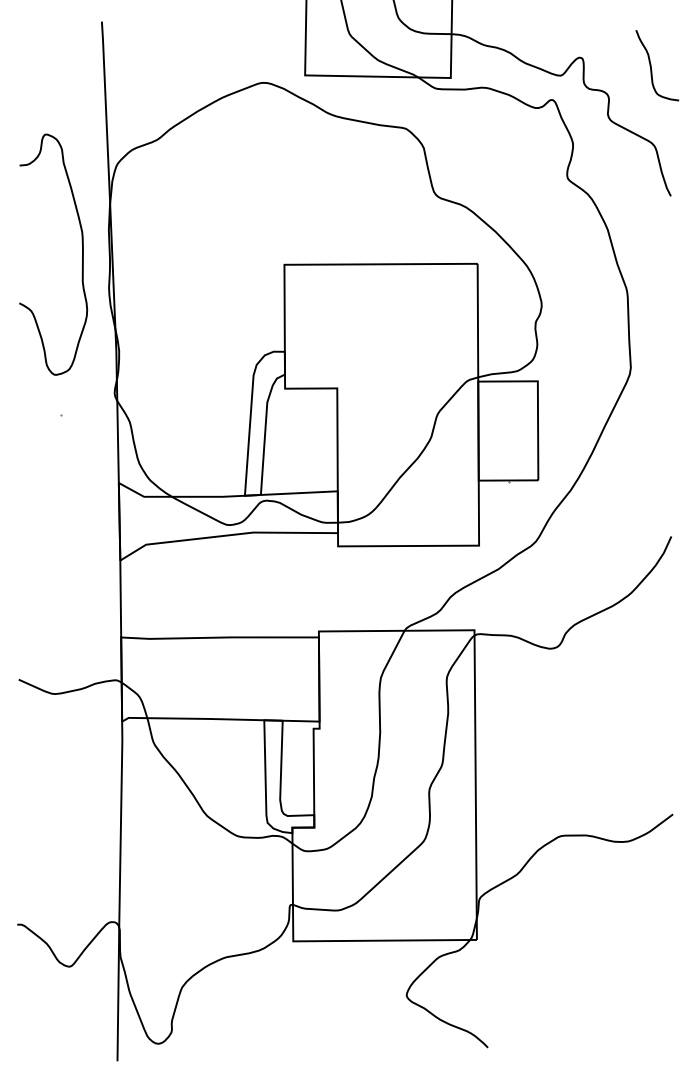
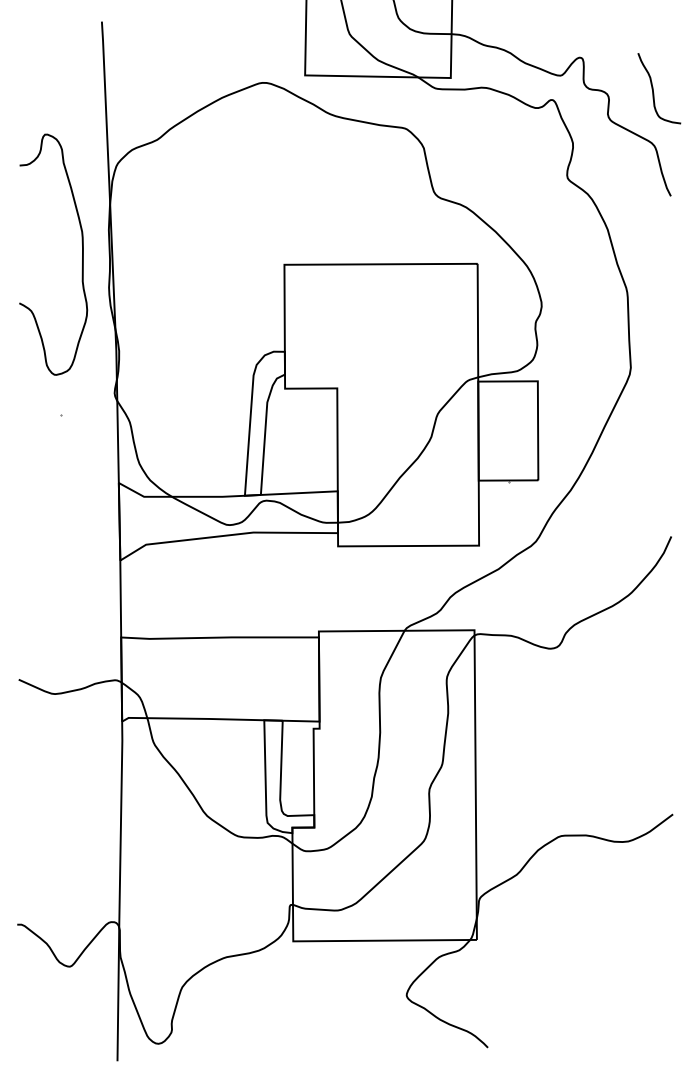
curve at (651, 65) position: (651, 65) -> (653, 88)
